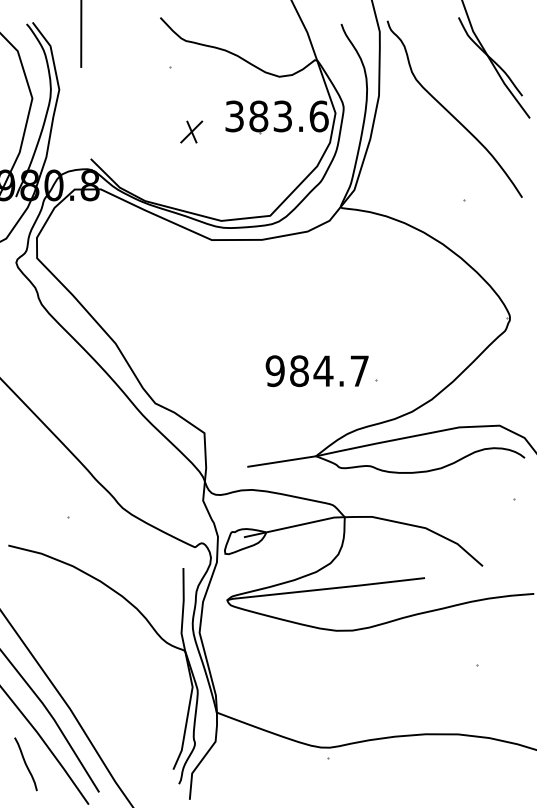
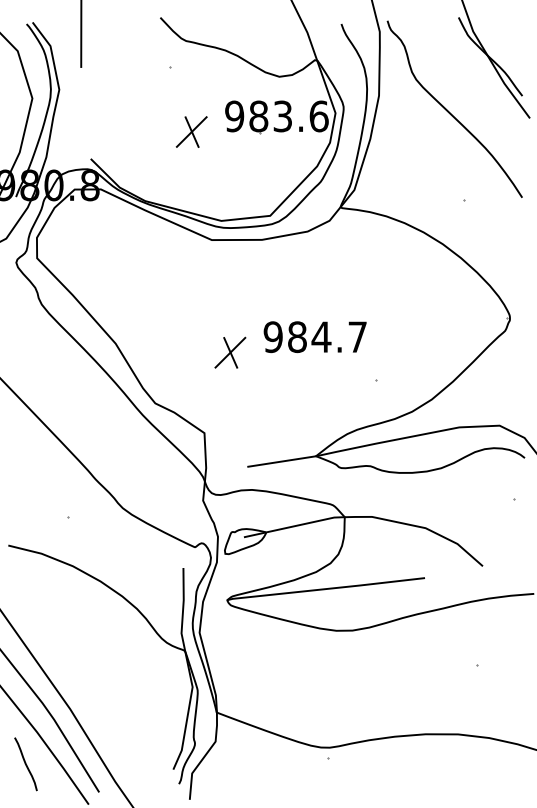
text at (234, 116): 383.6 -> 983.6
part at (191, 131) size: 24x24 px -> 33x32 px
part at (230, 352): none -> present
text at (316, 371) position: (316, 371) -> (314, 337)
